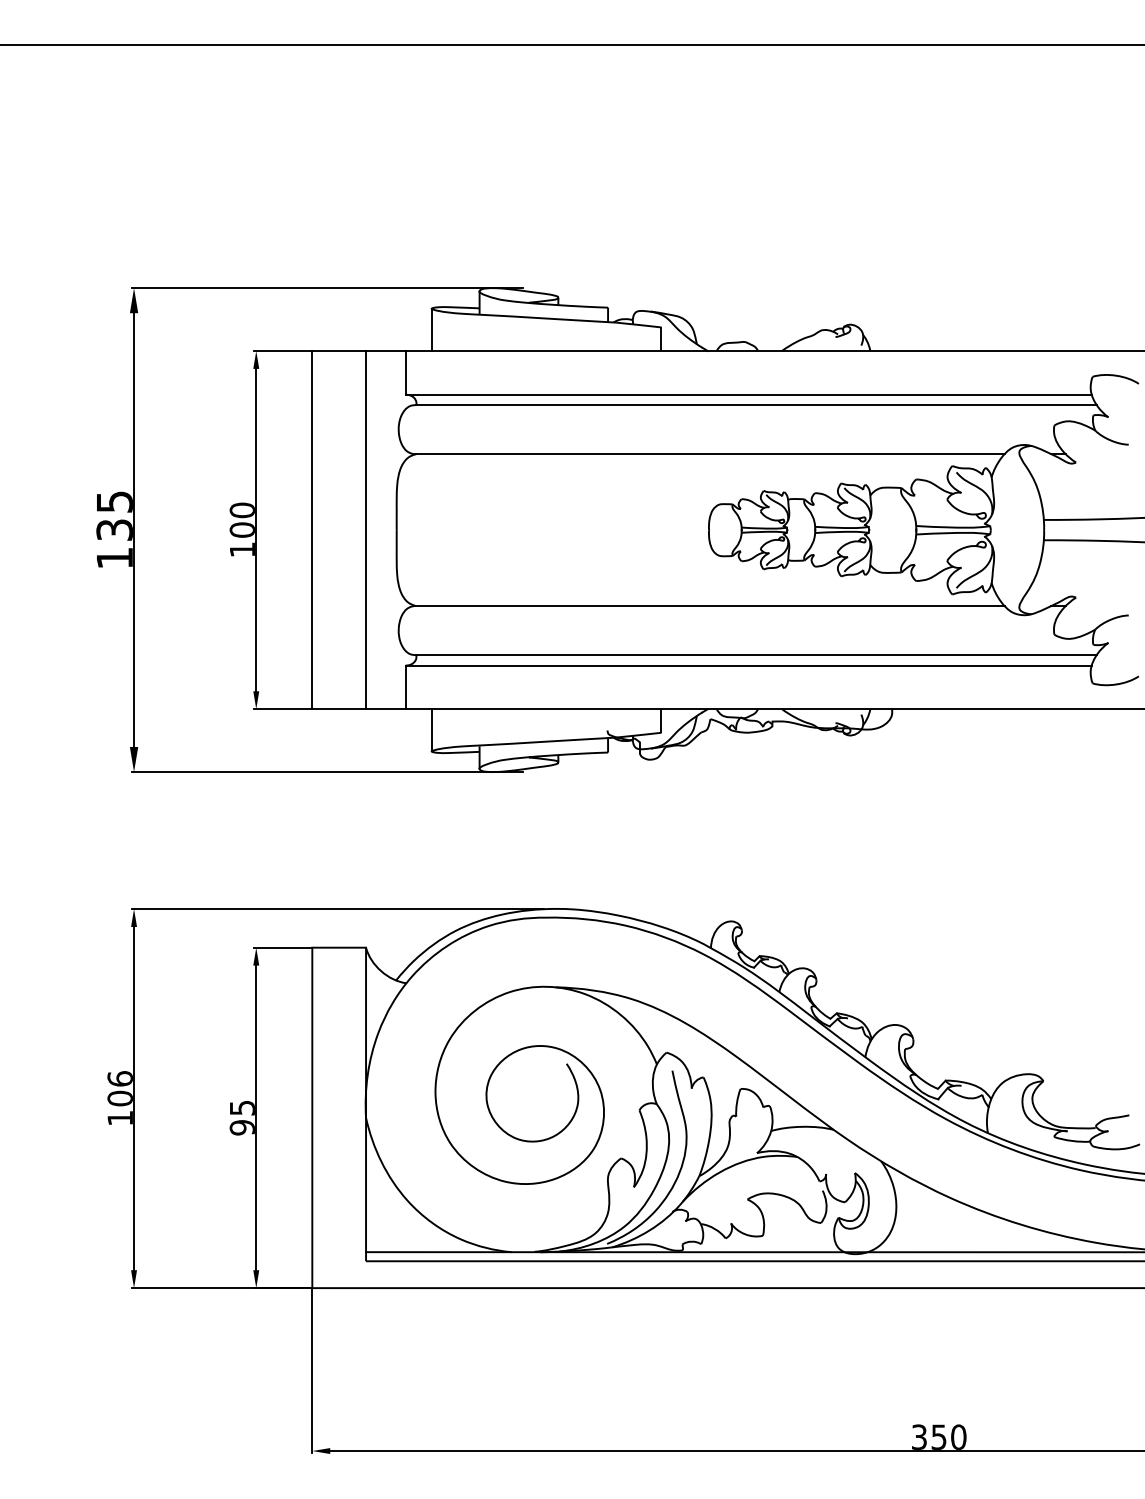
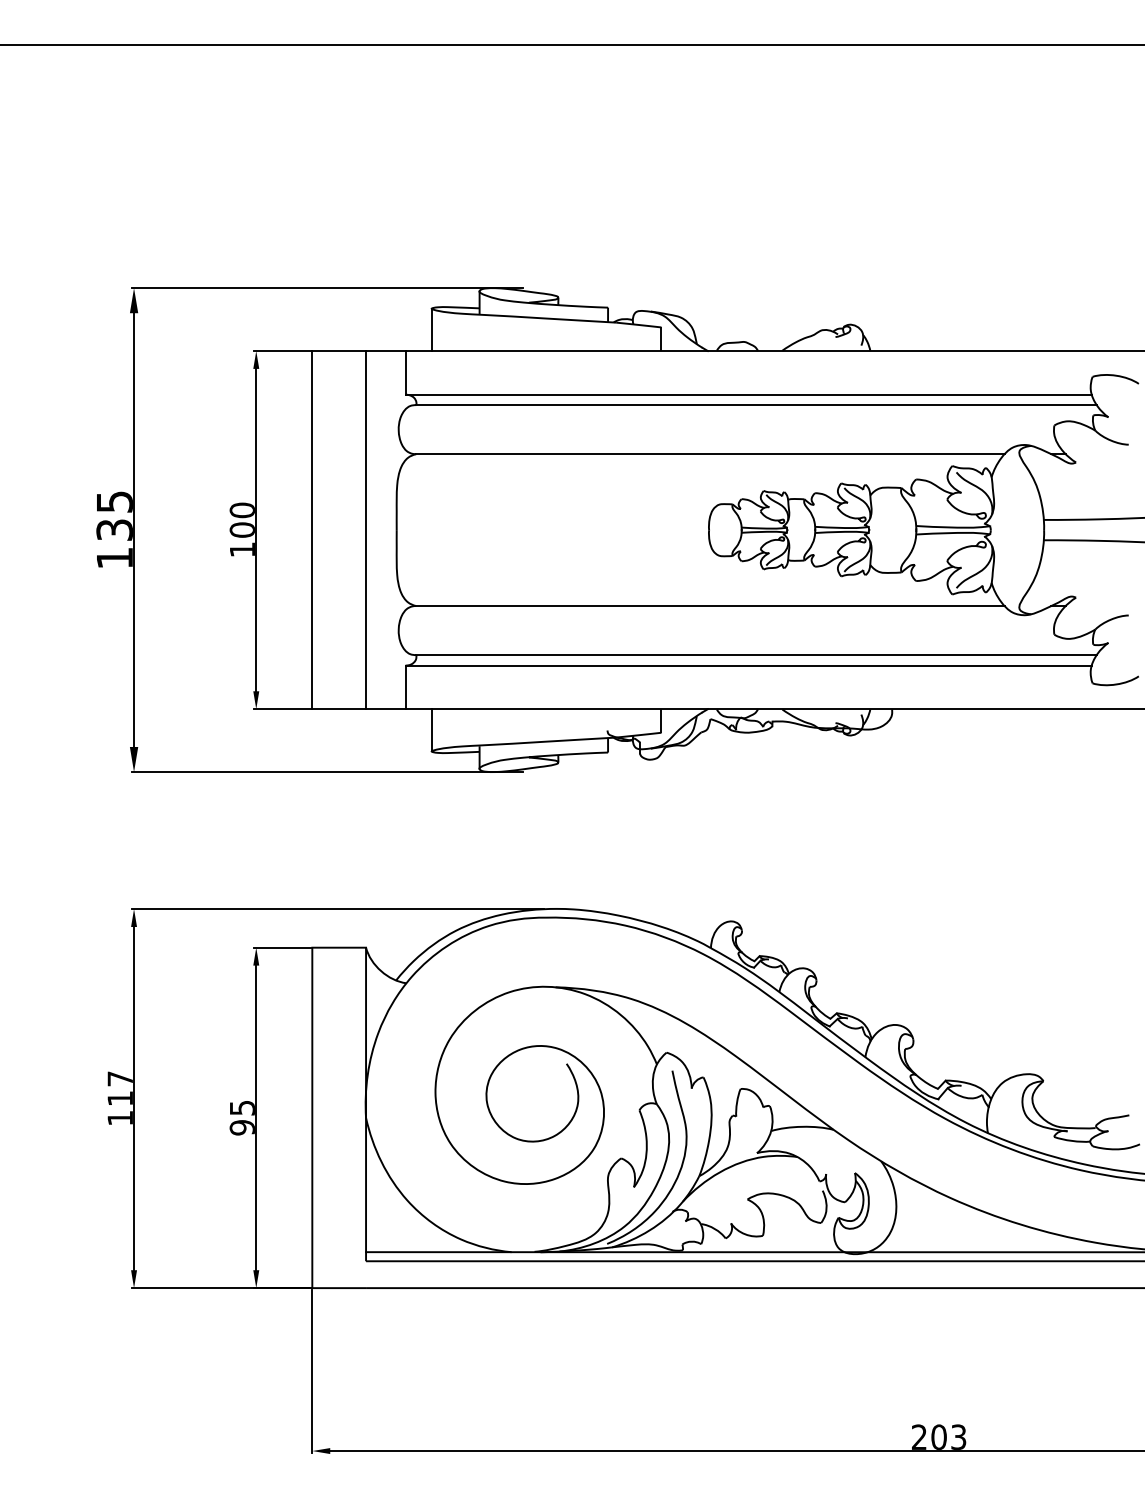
text at (119, 1088): 106 -> 117
text at (939, 1436): 350 -> 203
